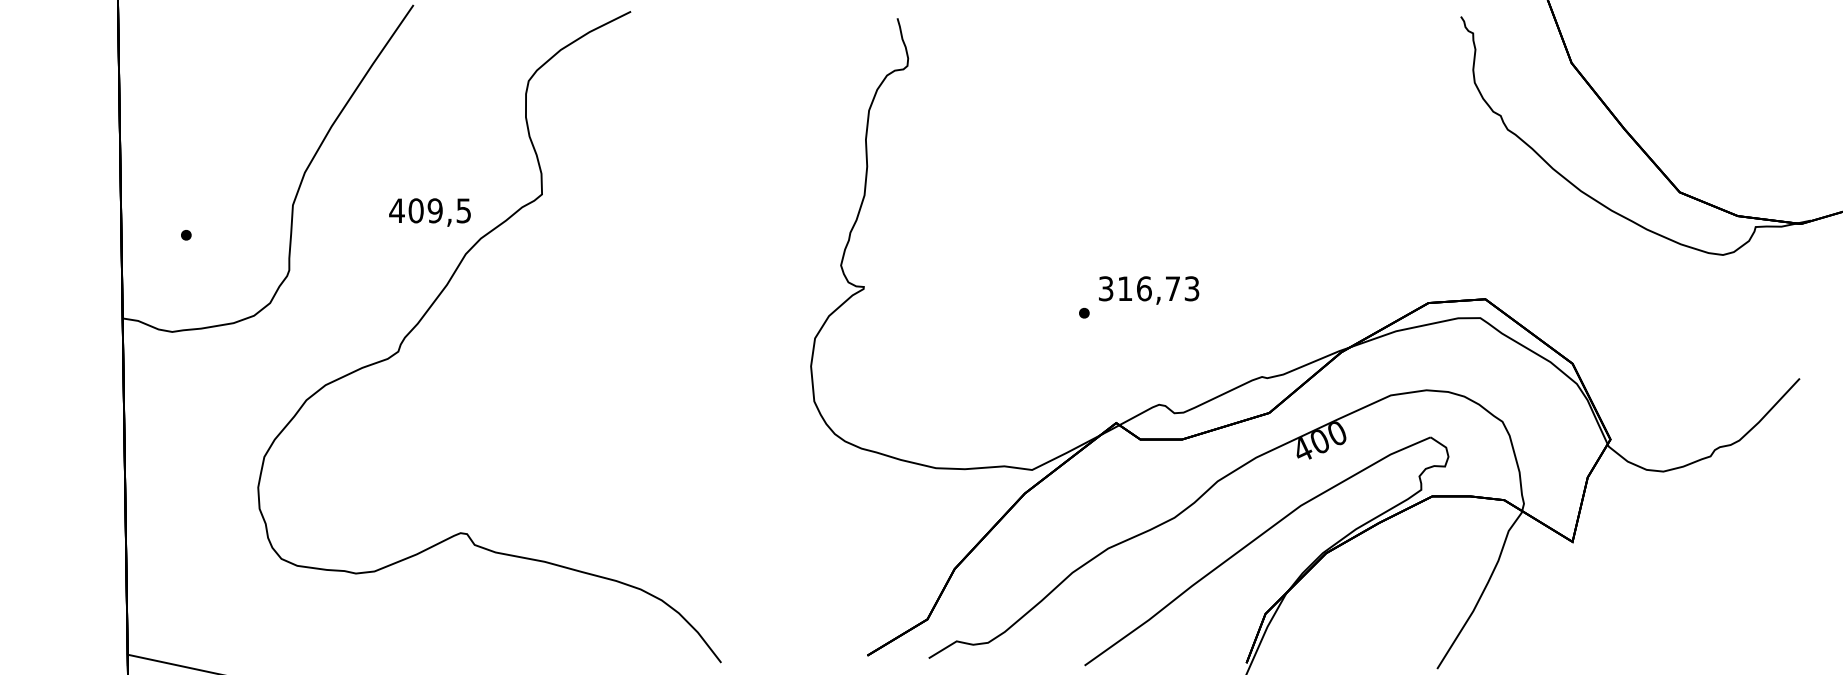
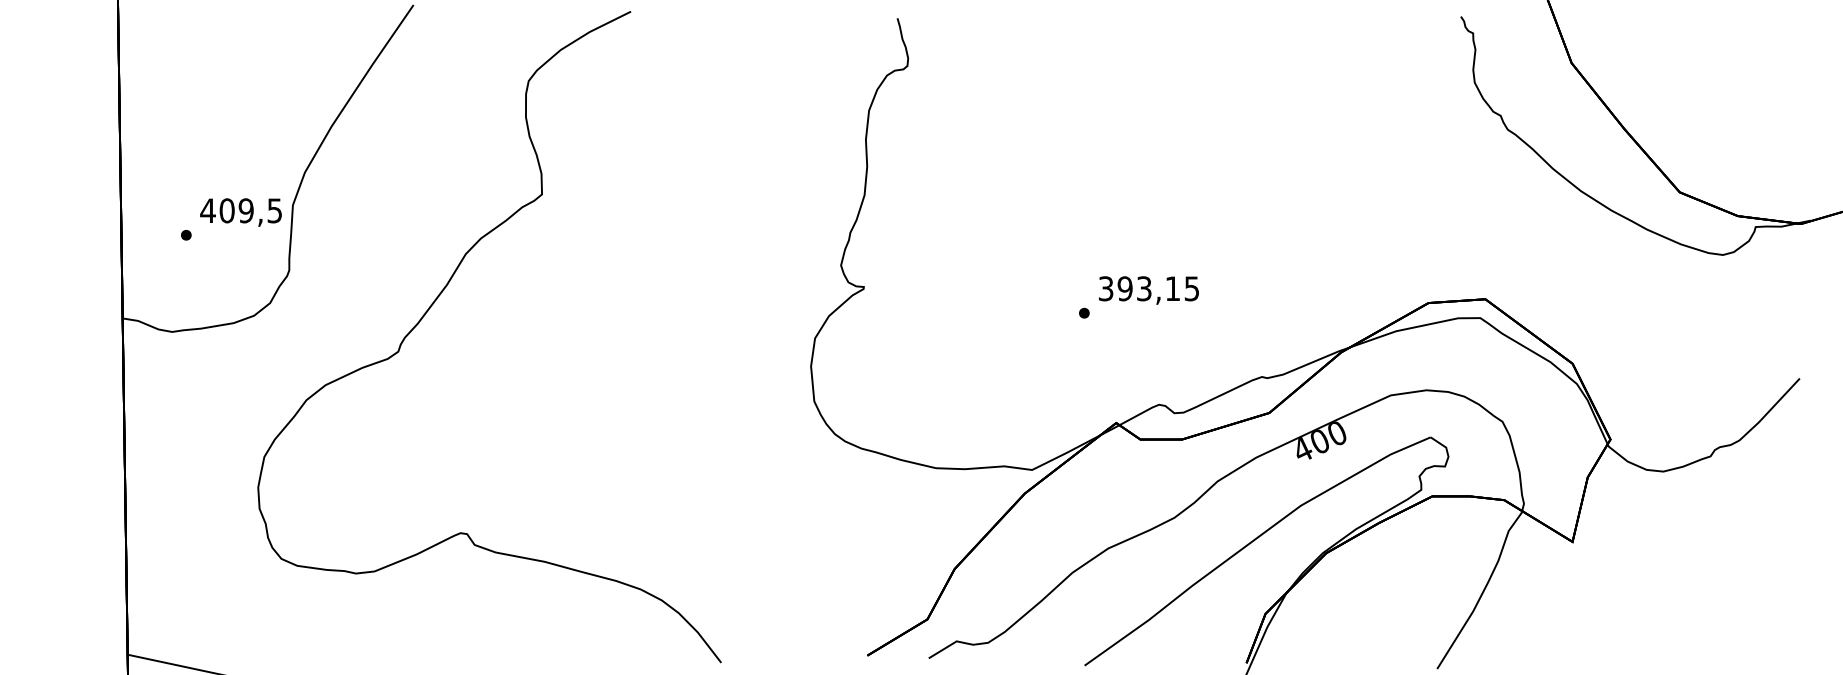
text at (429, 212) position: (429, 212) -> (240, 212)
text at (1158, 288): 316,73 -> 393,15
